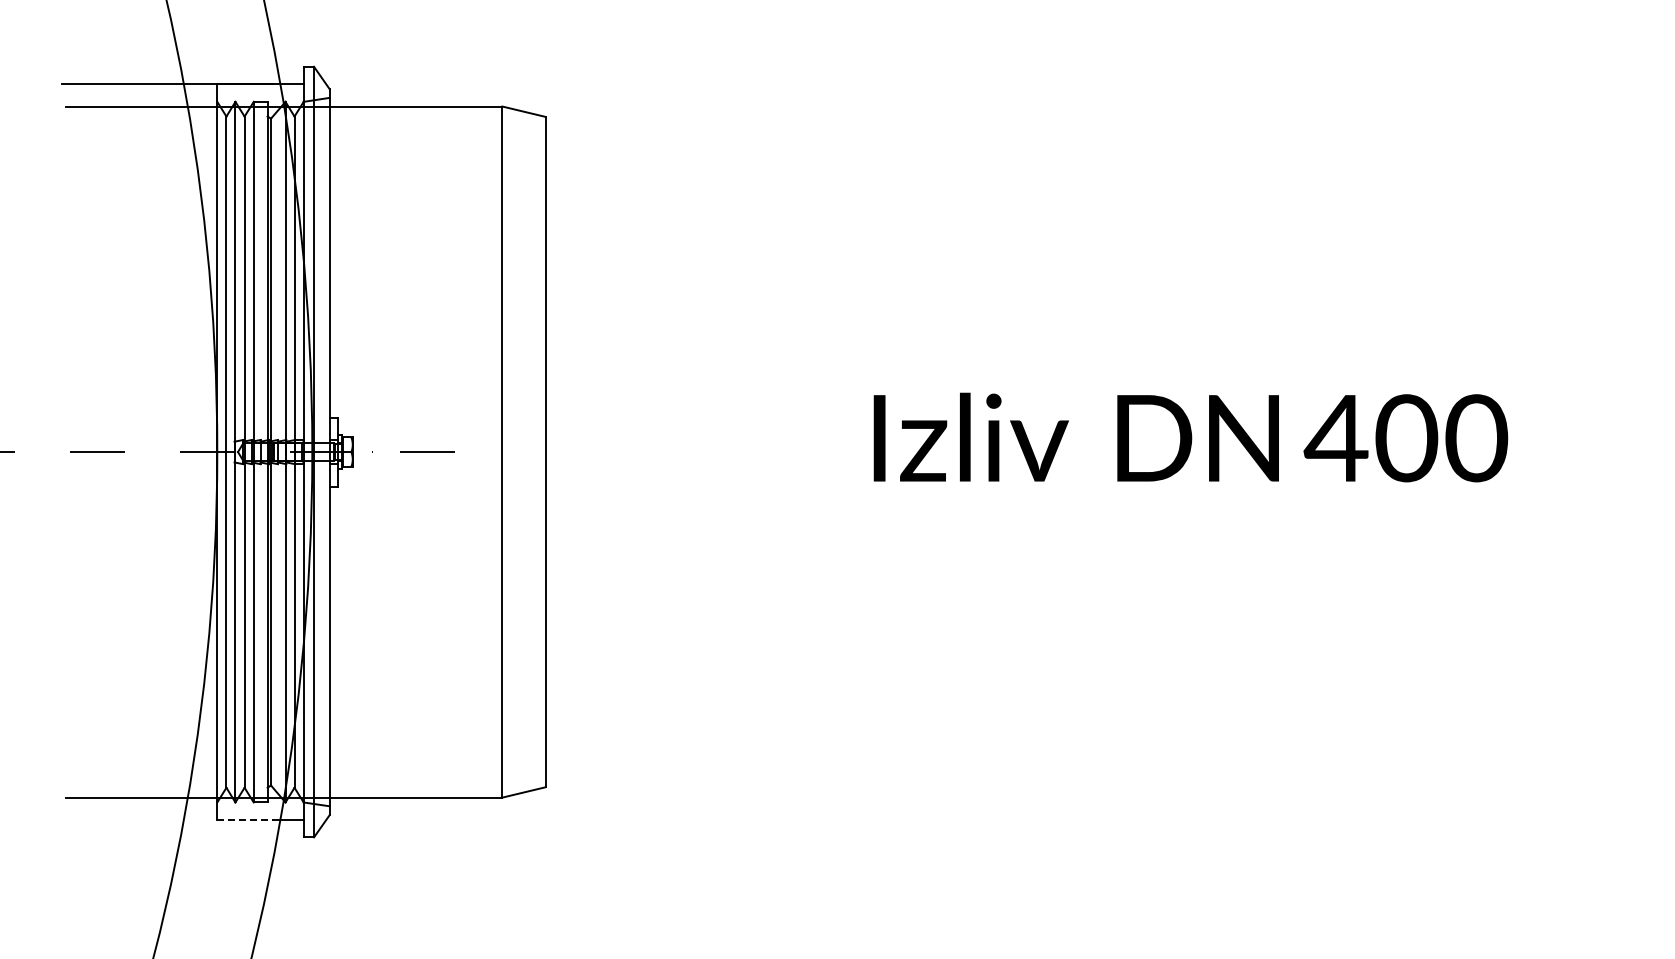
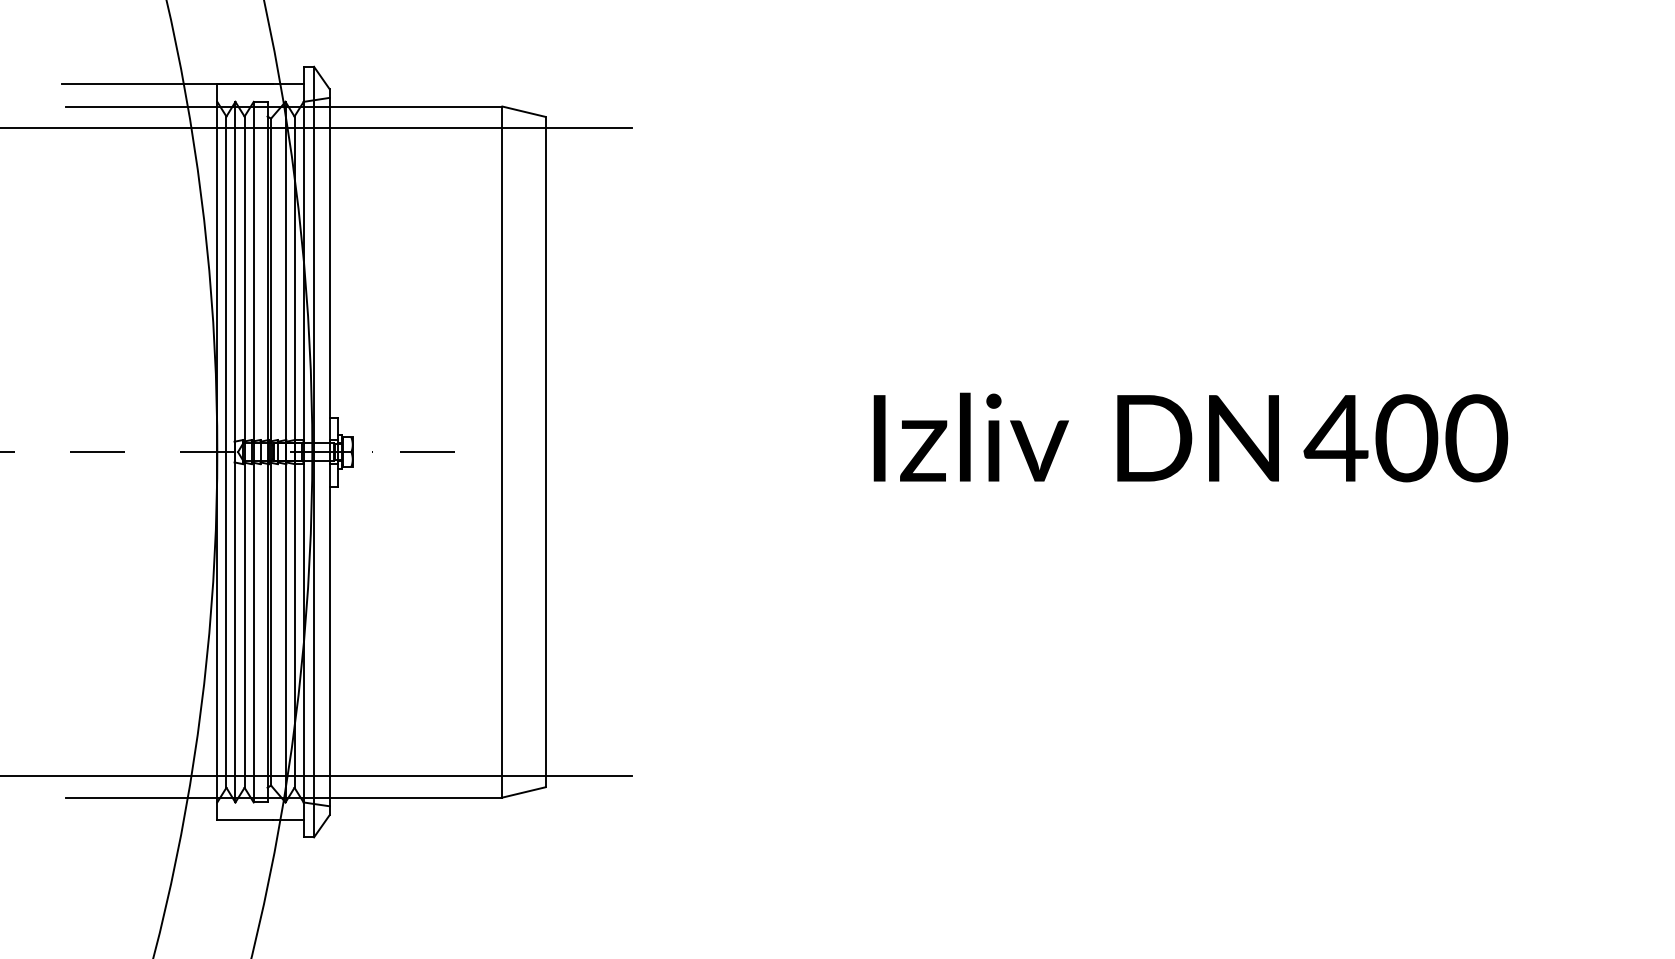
line at (316, 127): none -> present
line at (316, 776): none -> present
line at (244, 820): dashed -> solid
